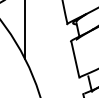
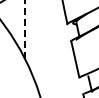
line at (25, 29): solid -> dashed
